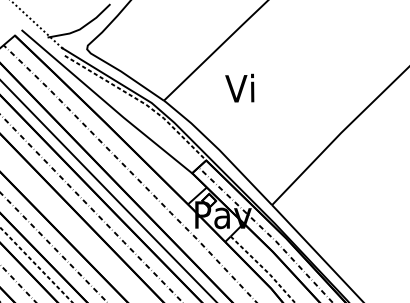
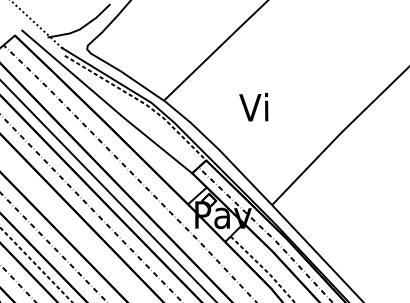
text at (239, 87) position: (239, 87) -> (253, 106)
